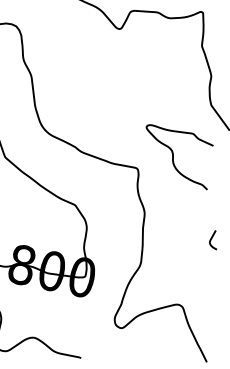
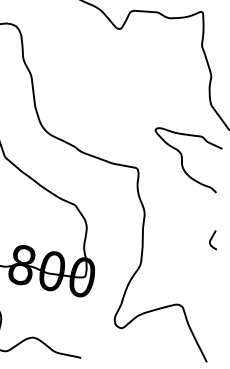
curve at (173, 157) position: (173, 157) -> (182, 160)
